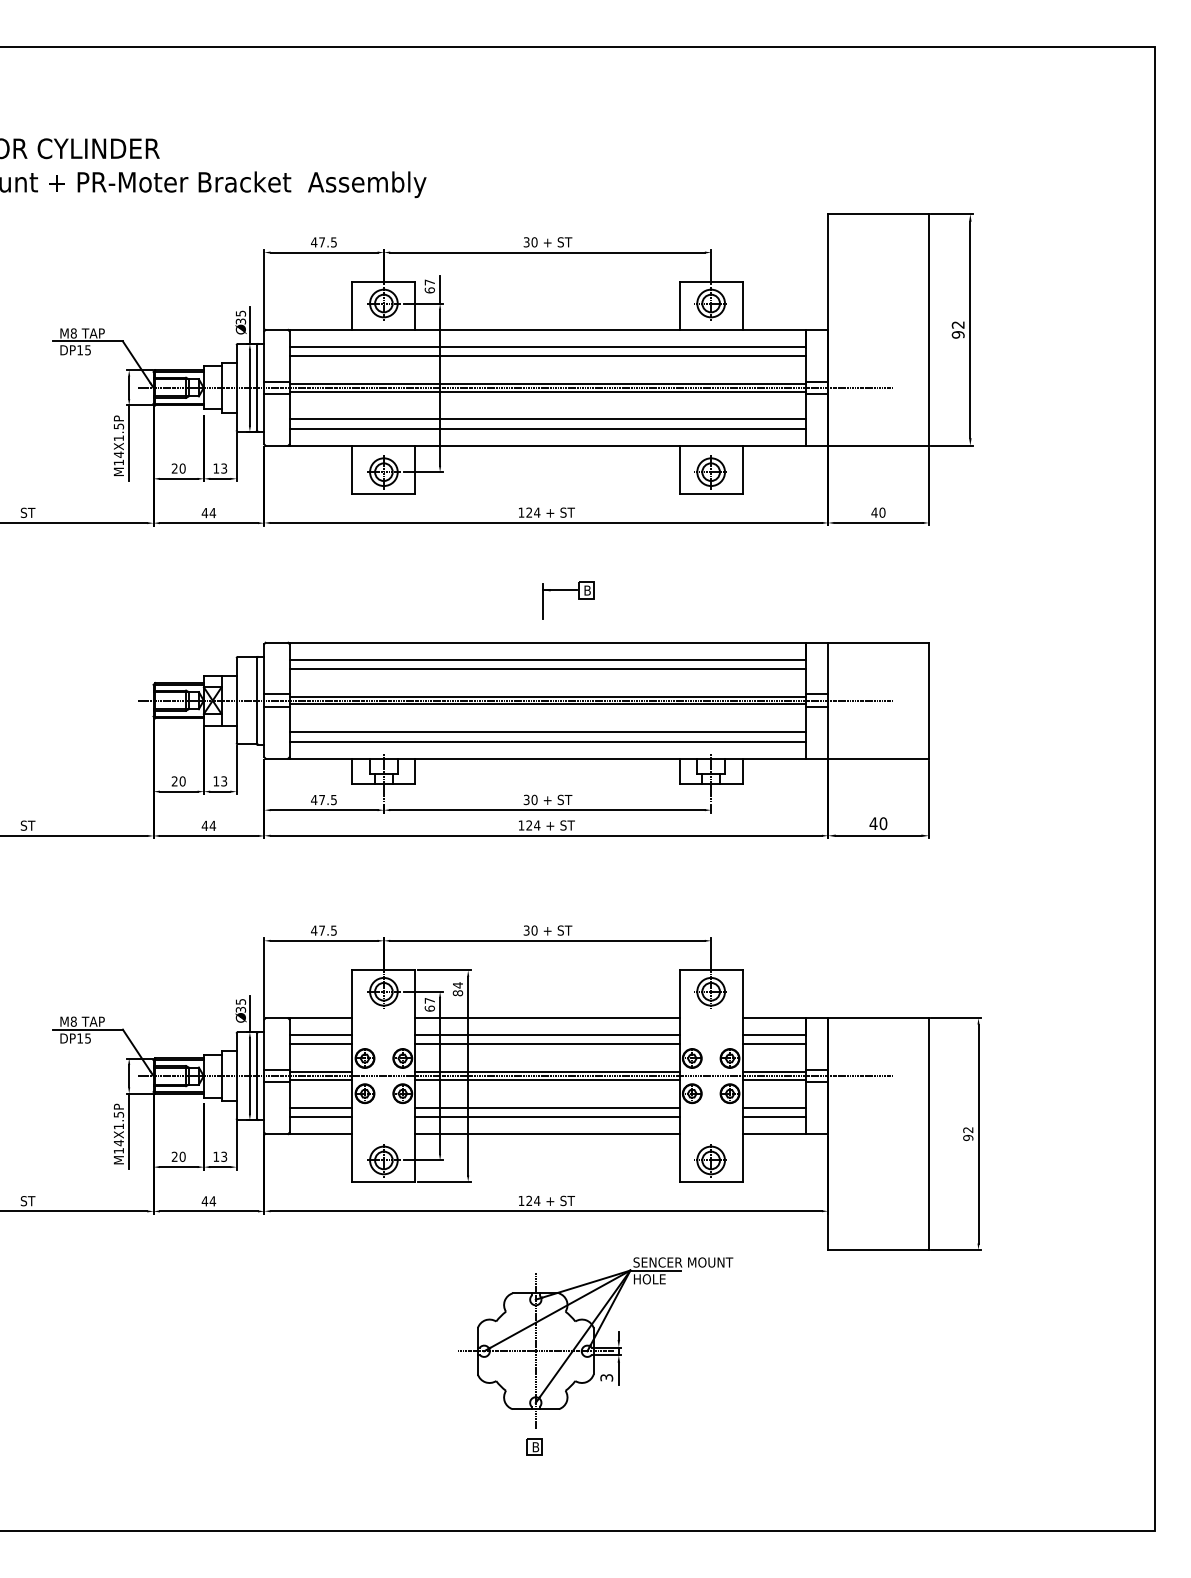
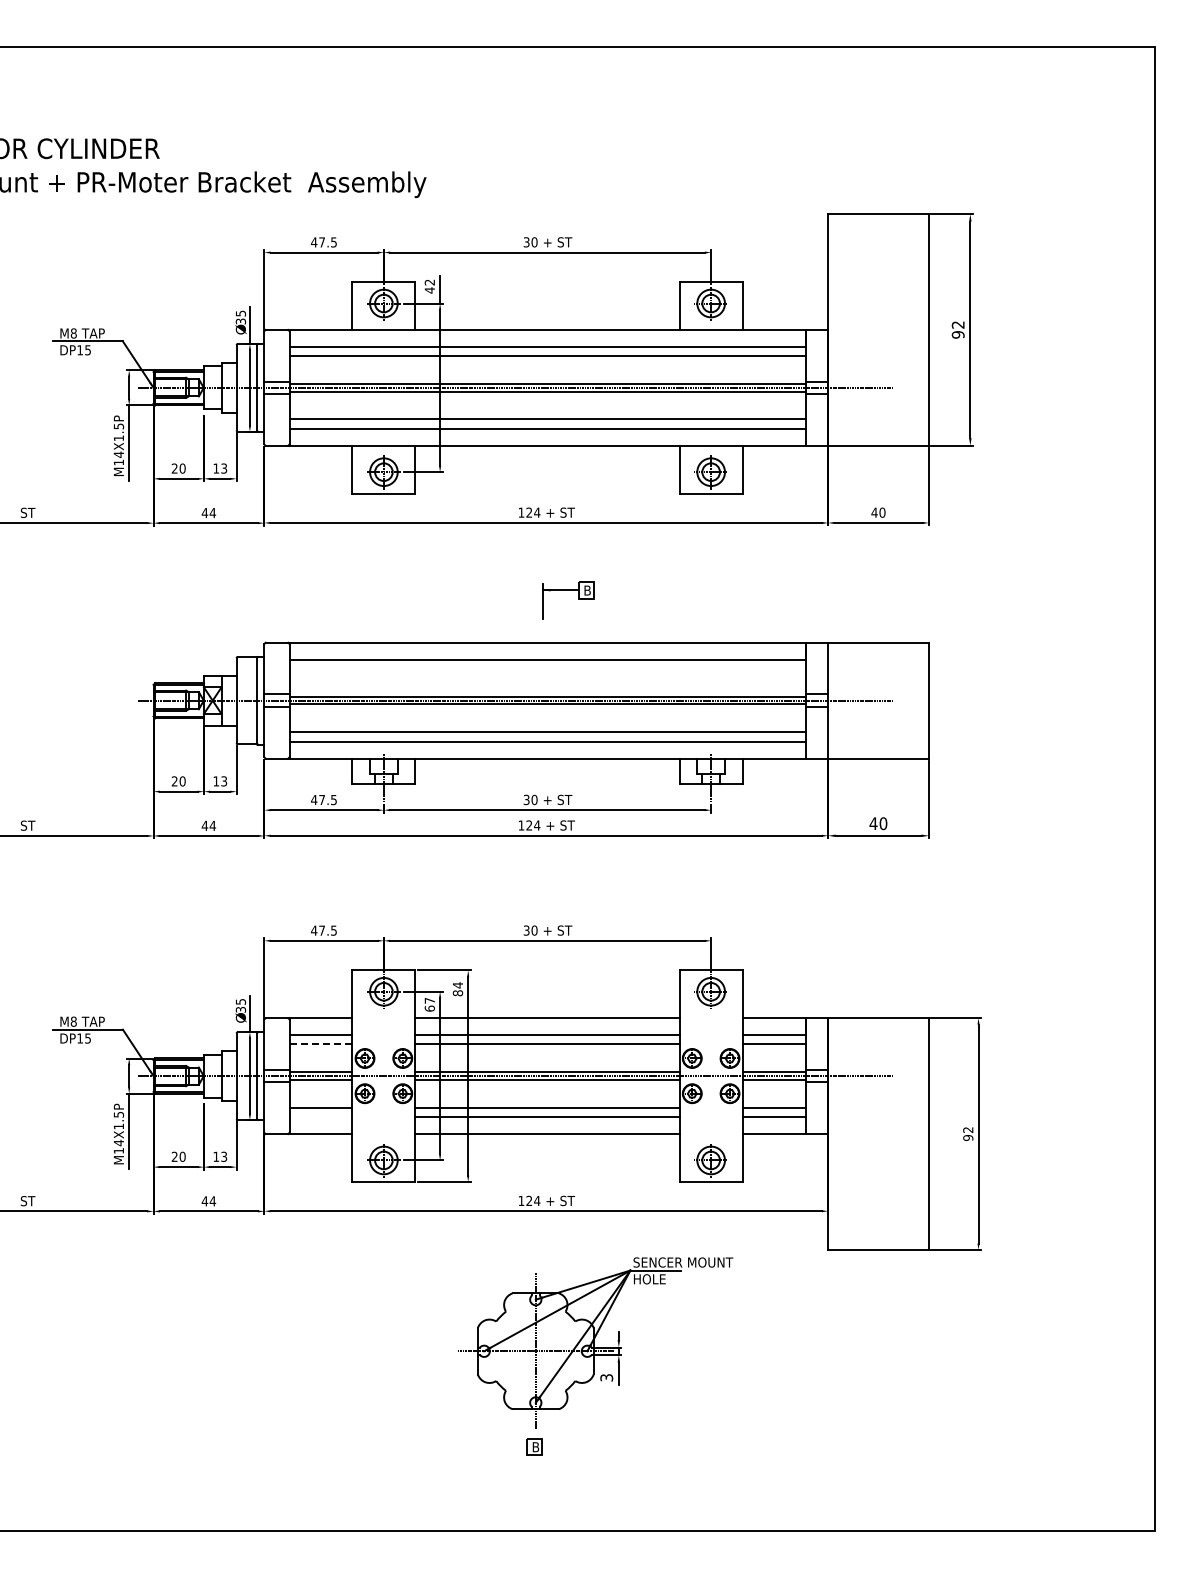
text at (429, 286): 67 -> 42
line at (547, 669): present -> none
line at (320, 1044): solid -> dashed
line at (320, 1116): present -> none
